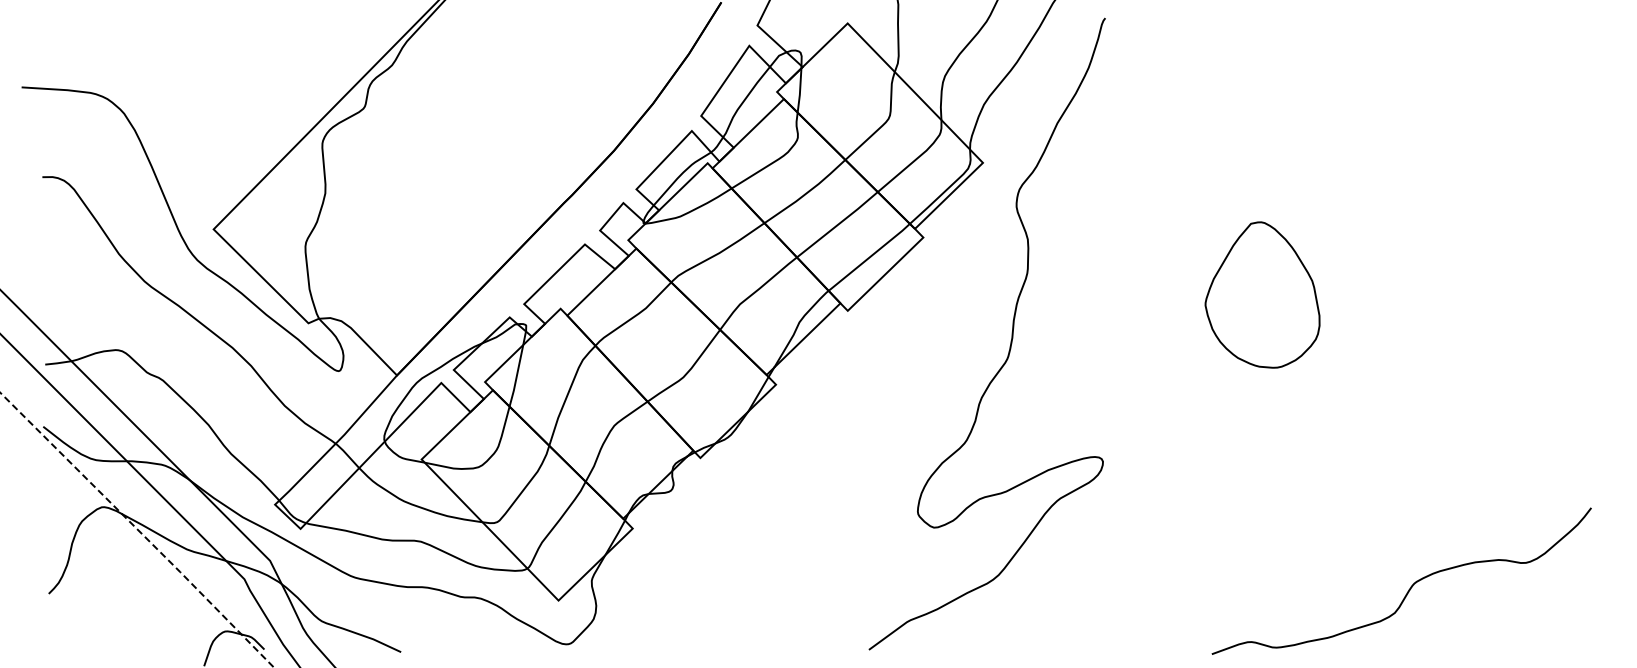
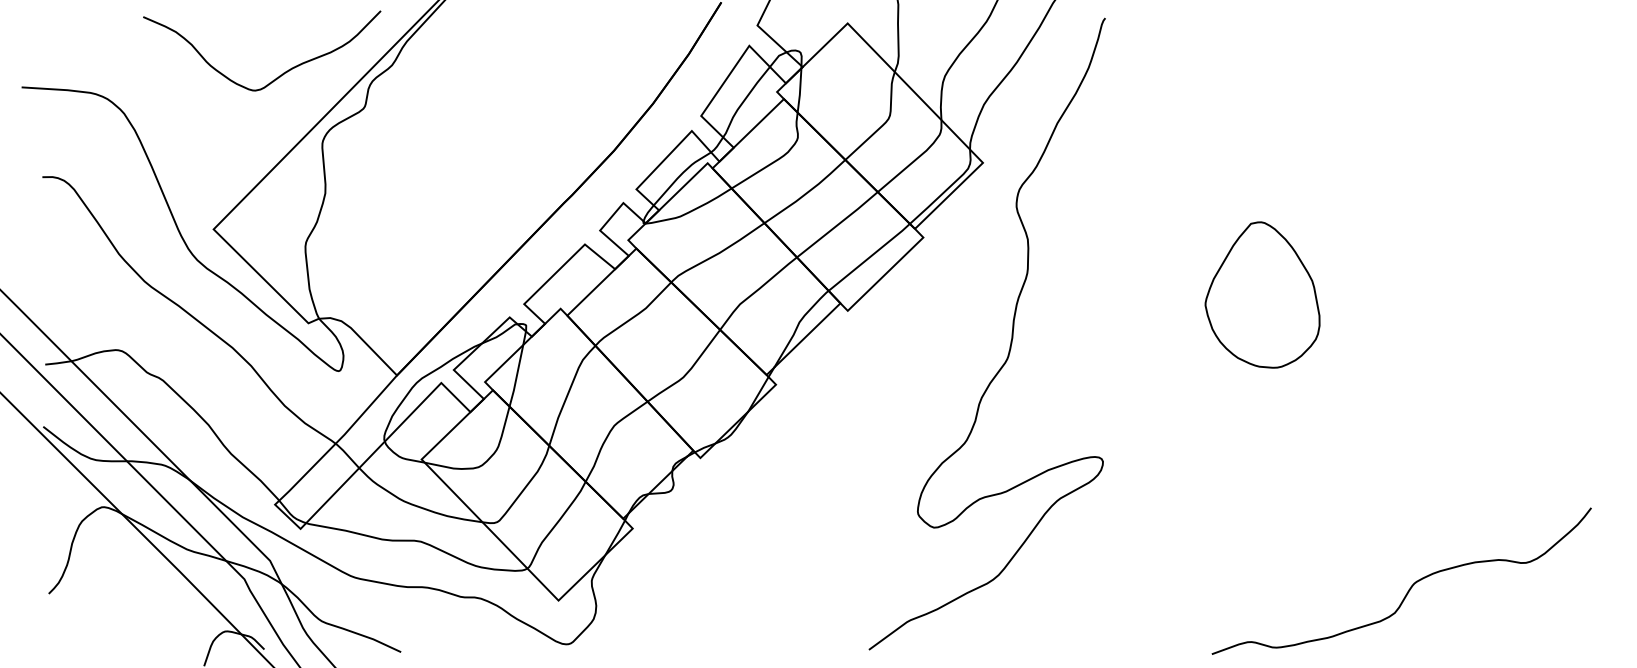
curve at (279, 75): none -> present
line at (138, 530): dashed -> solid
